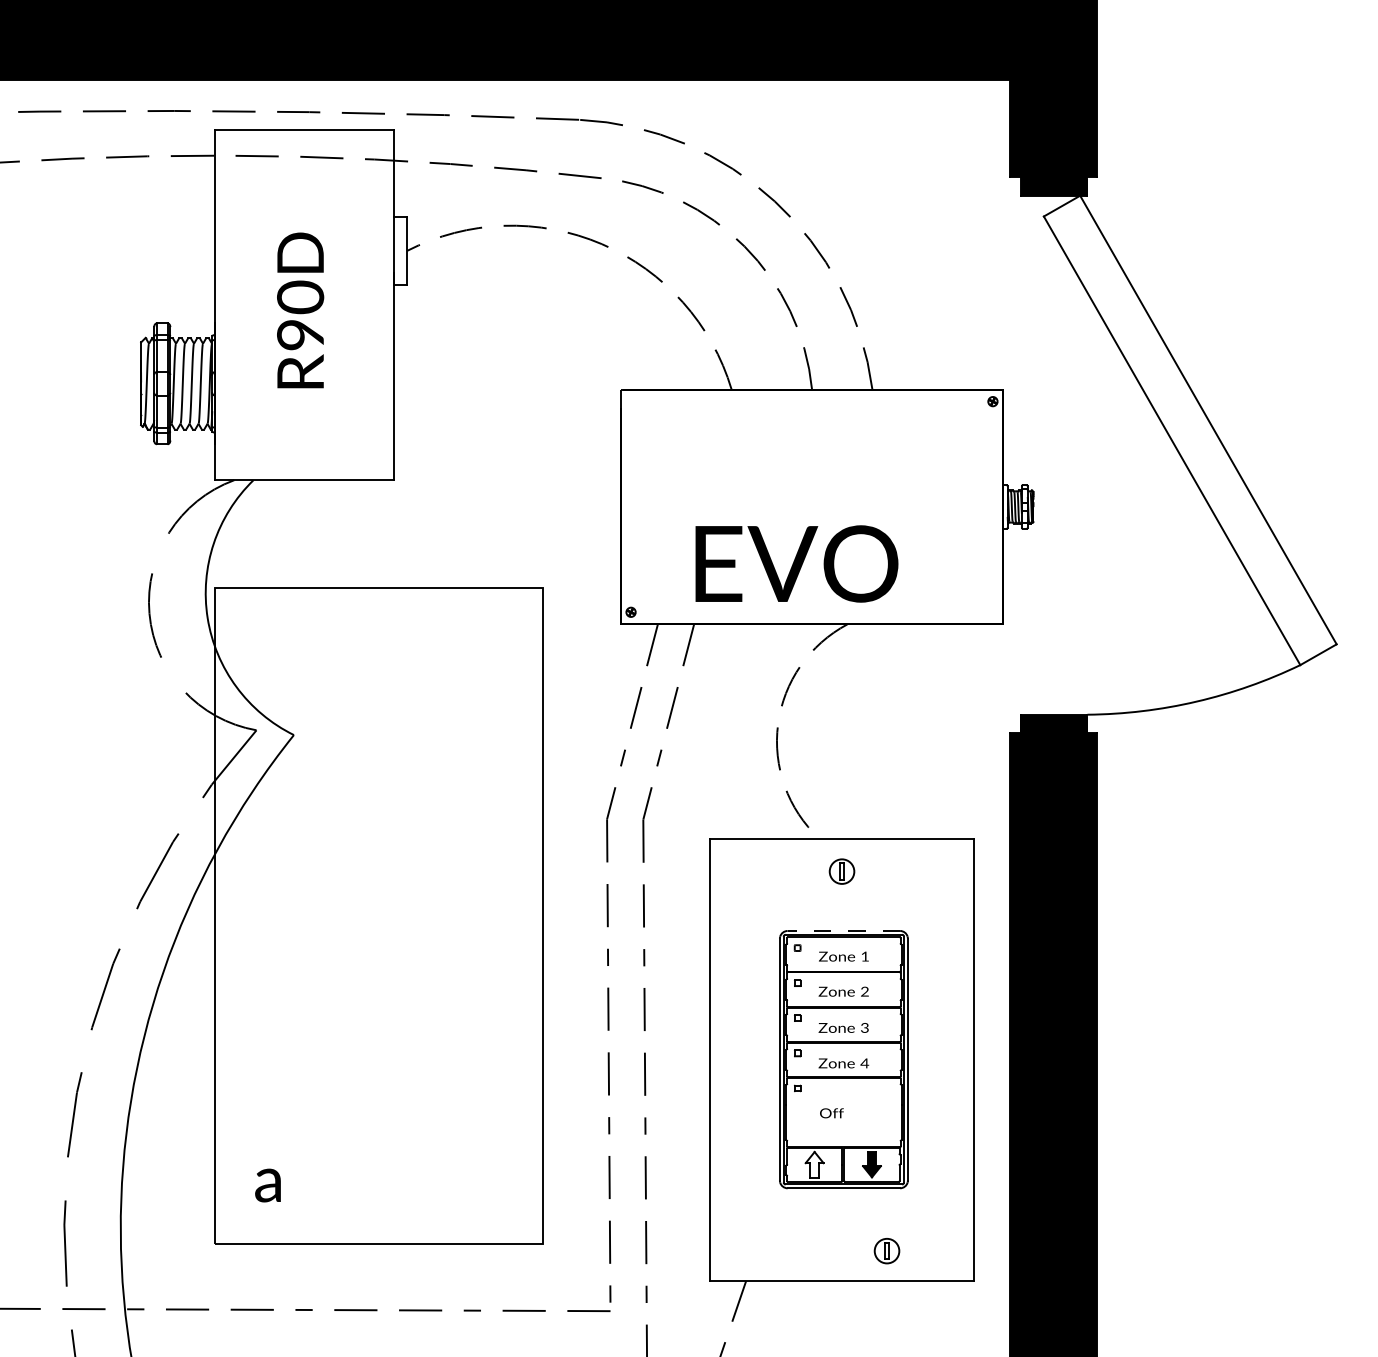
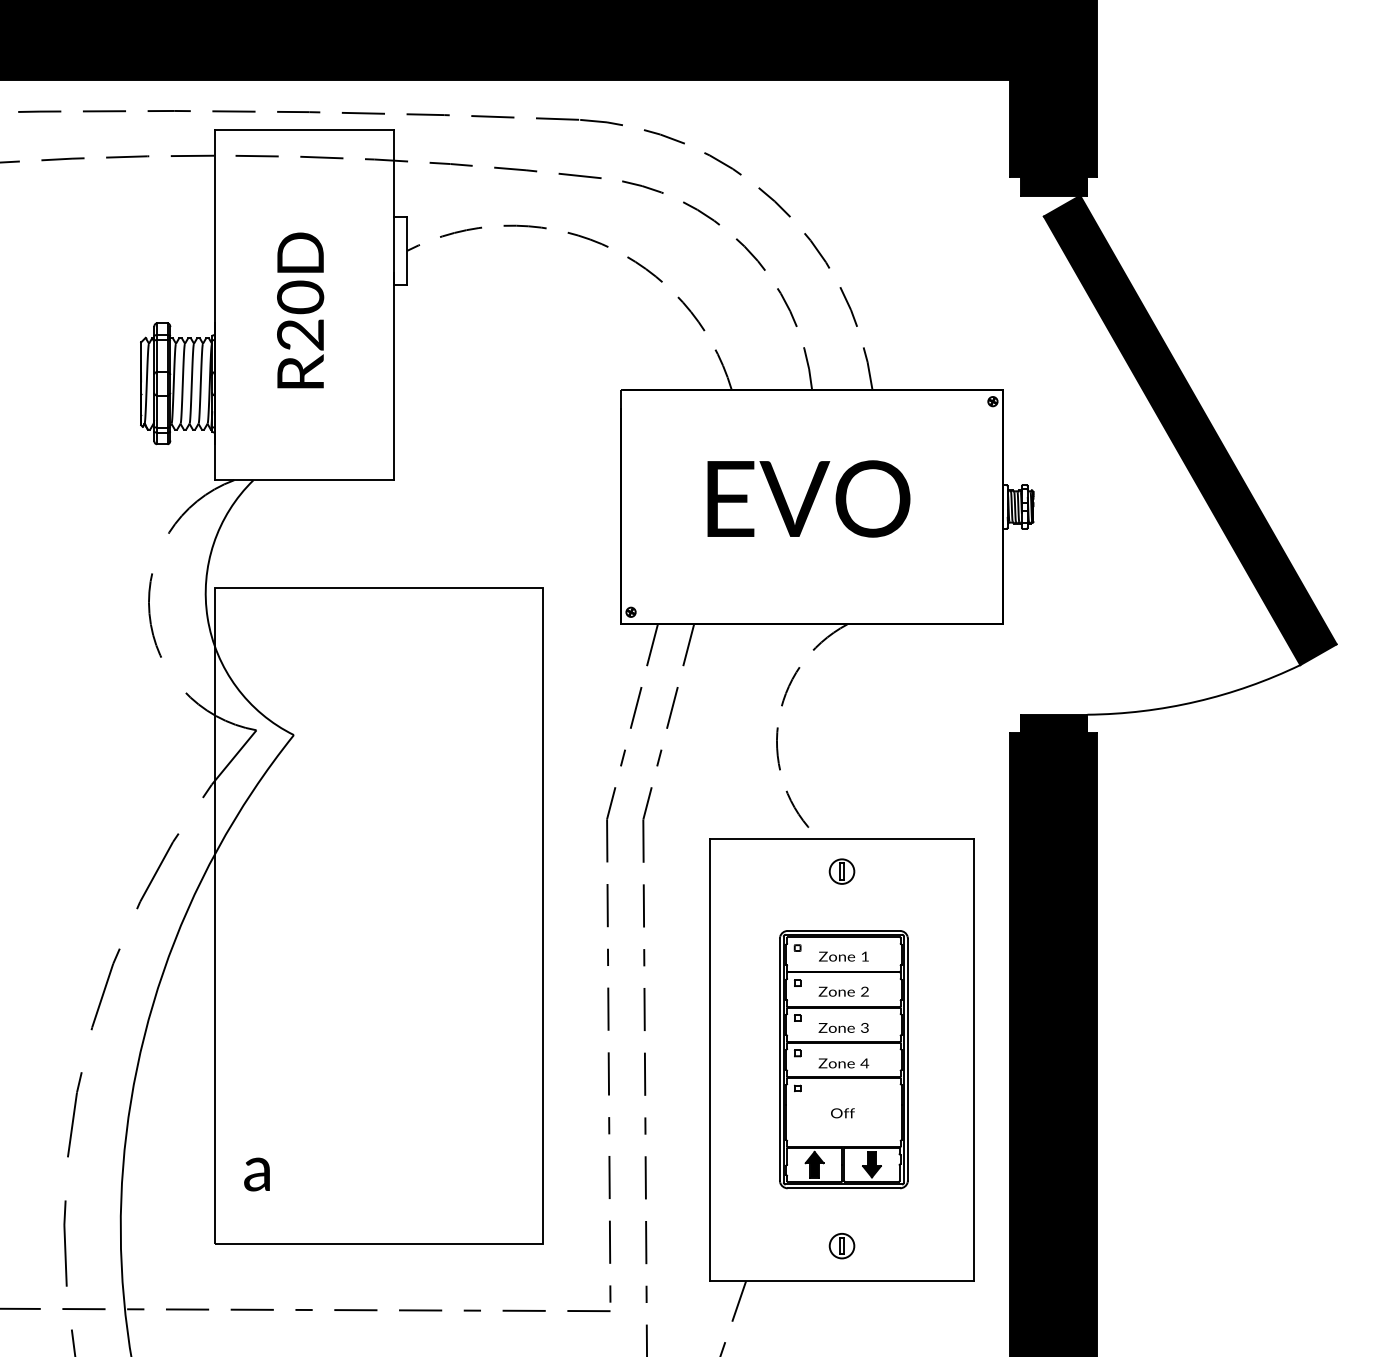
text at (300, 334): R90D -> R20D
fill at (1189, 430): none -> present
text at (796, 563) position: (796, 563) -> (808, 498)
line at (843, 930): dashed -> solid
text at (831, 1113) position: (831, 1113) -> (842, 1113)
fill at (814, 1164): none -> present
text at (267, 1185) position: (267, 1185) -> (256, 1174)
part at (886, 1251) position: (886, 1251) -> (841, 1246)
